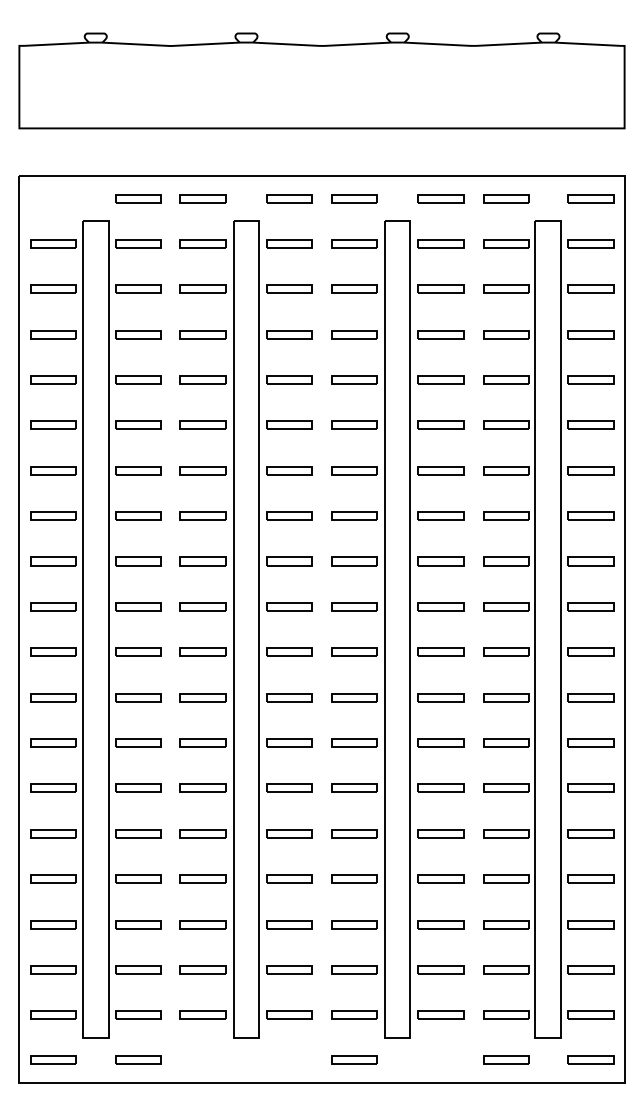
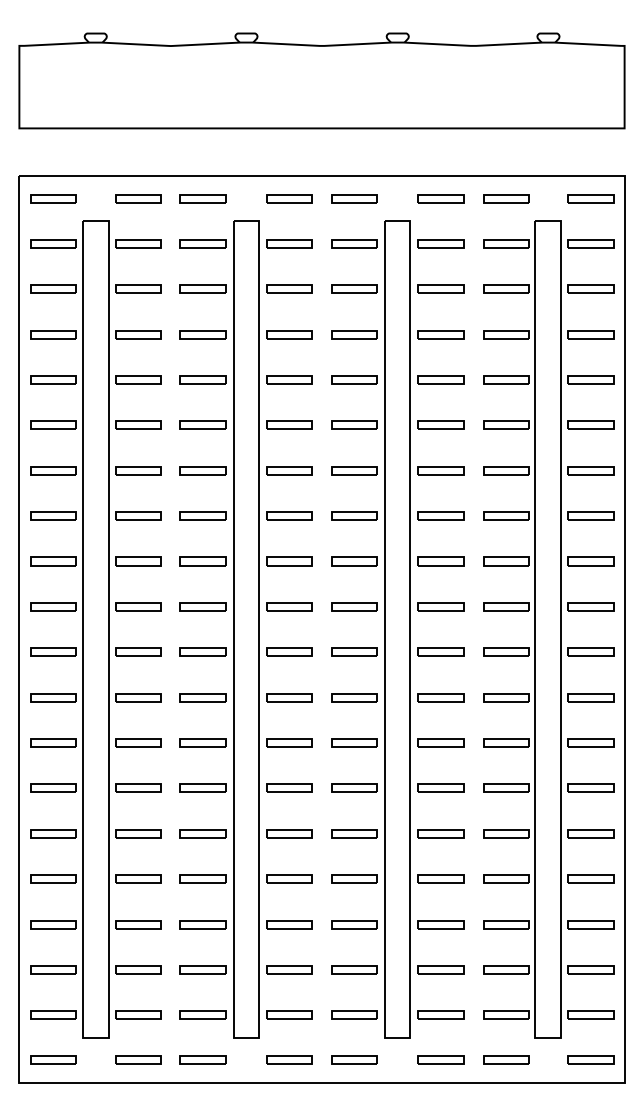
part at (53, 198): none -> present
part at (202, 1059): none -> present
part at (289, 1059): none -> present
part at (440, 1059): none -> present
